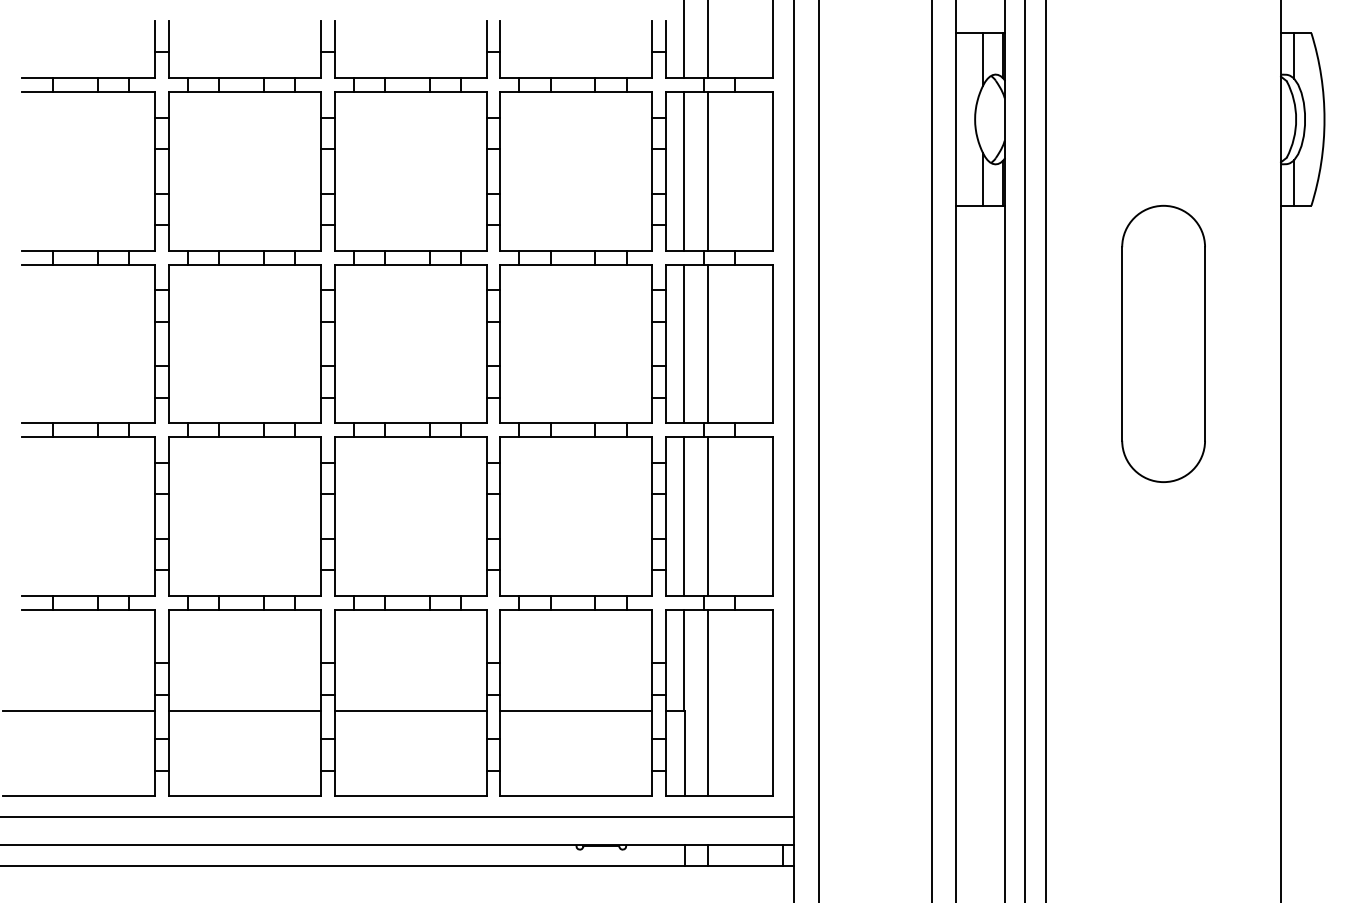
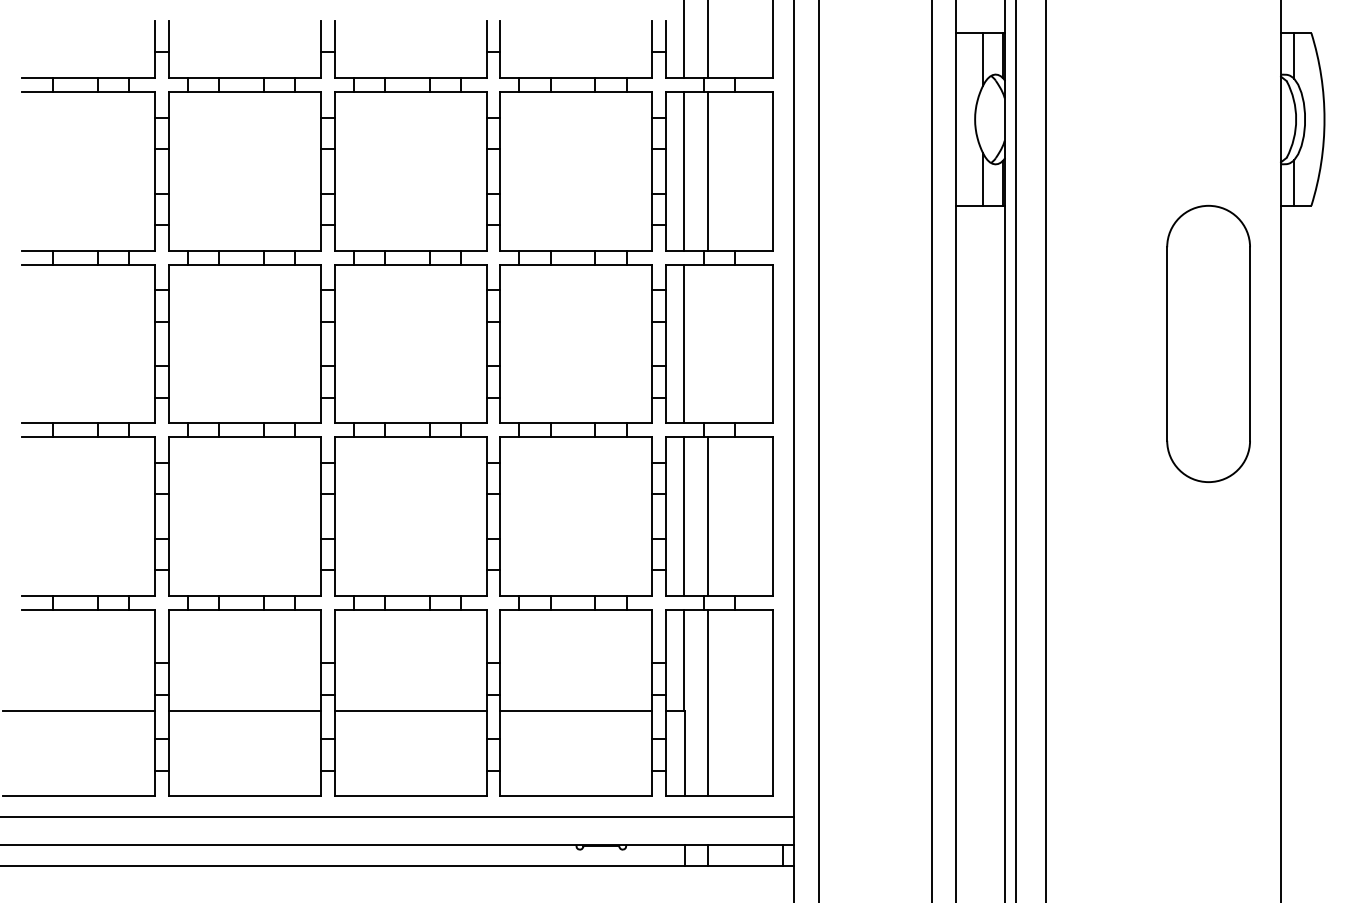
line at (708, 343): present -> none
part at (1163, 343) position: (1163, 343) -> (1208, 343)
line at (1025, 450) position: (1025, 450) -> (1016, 450)
